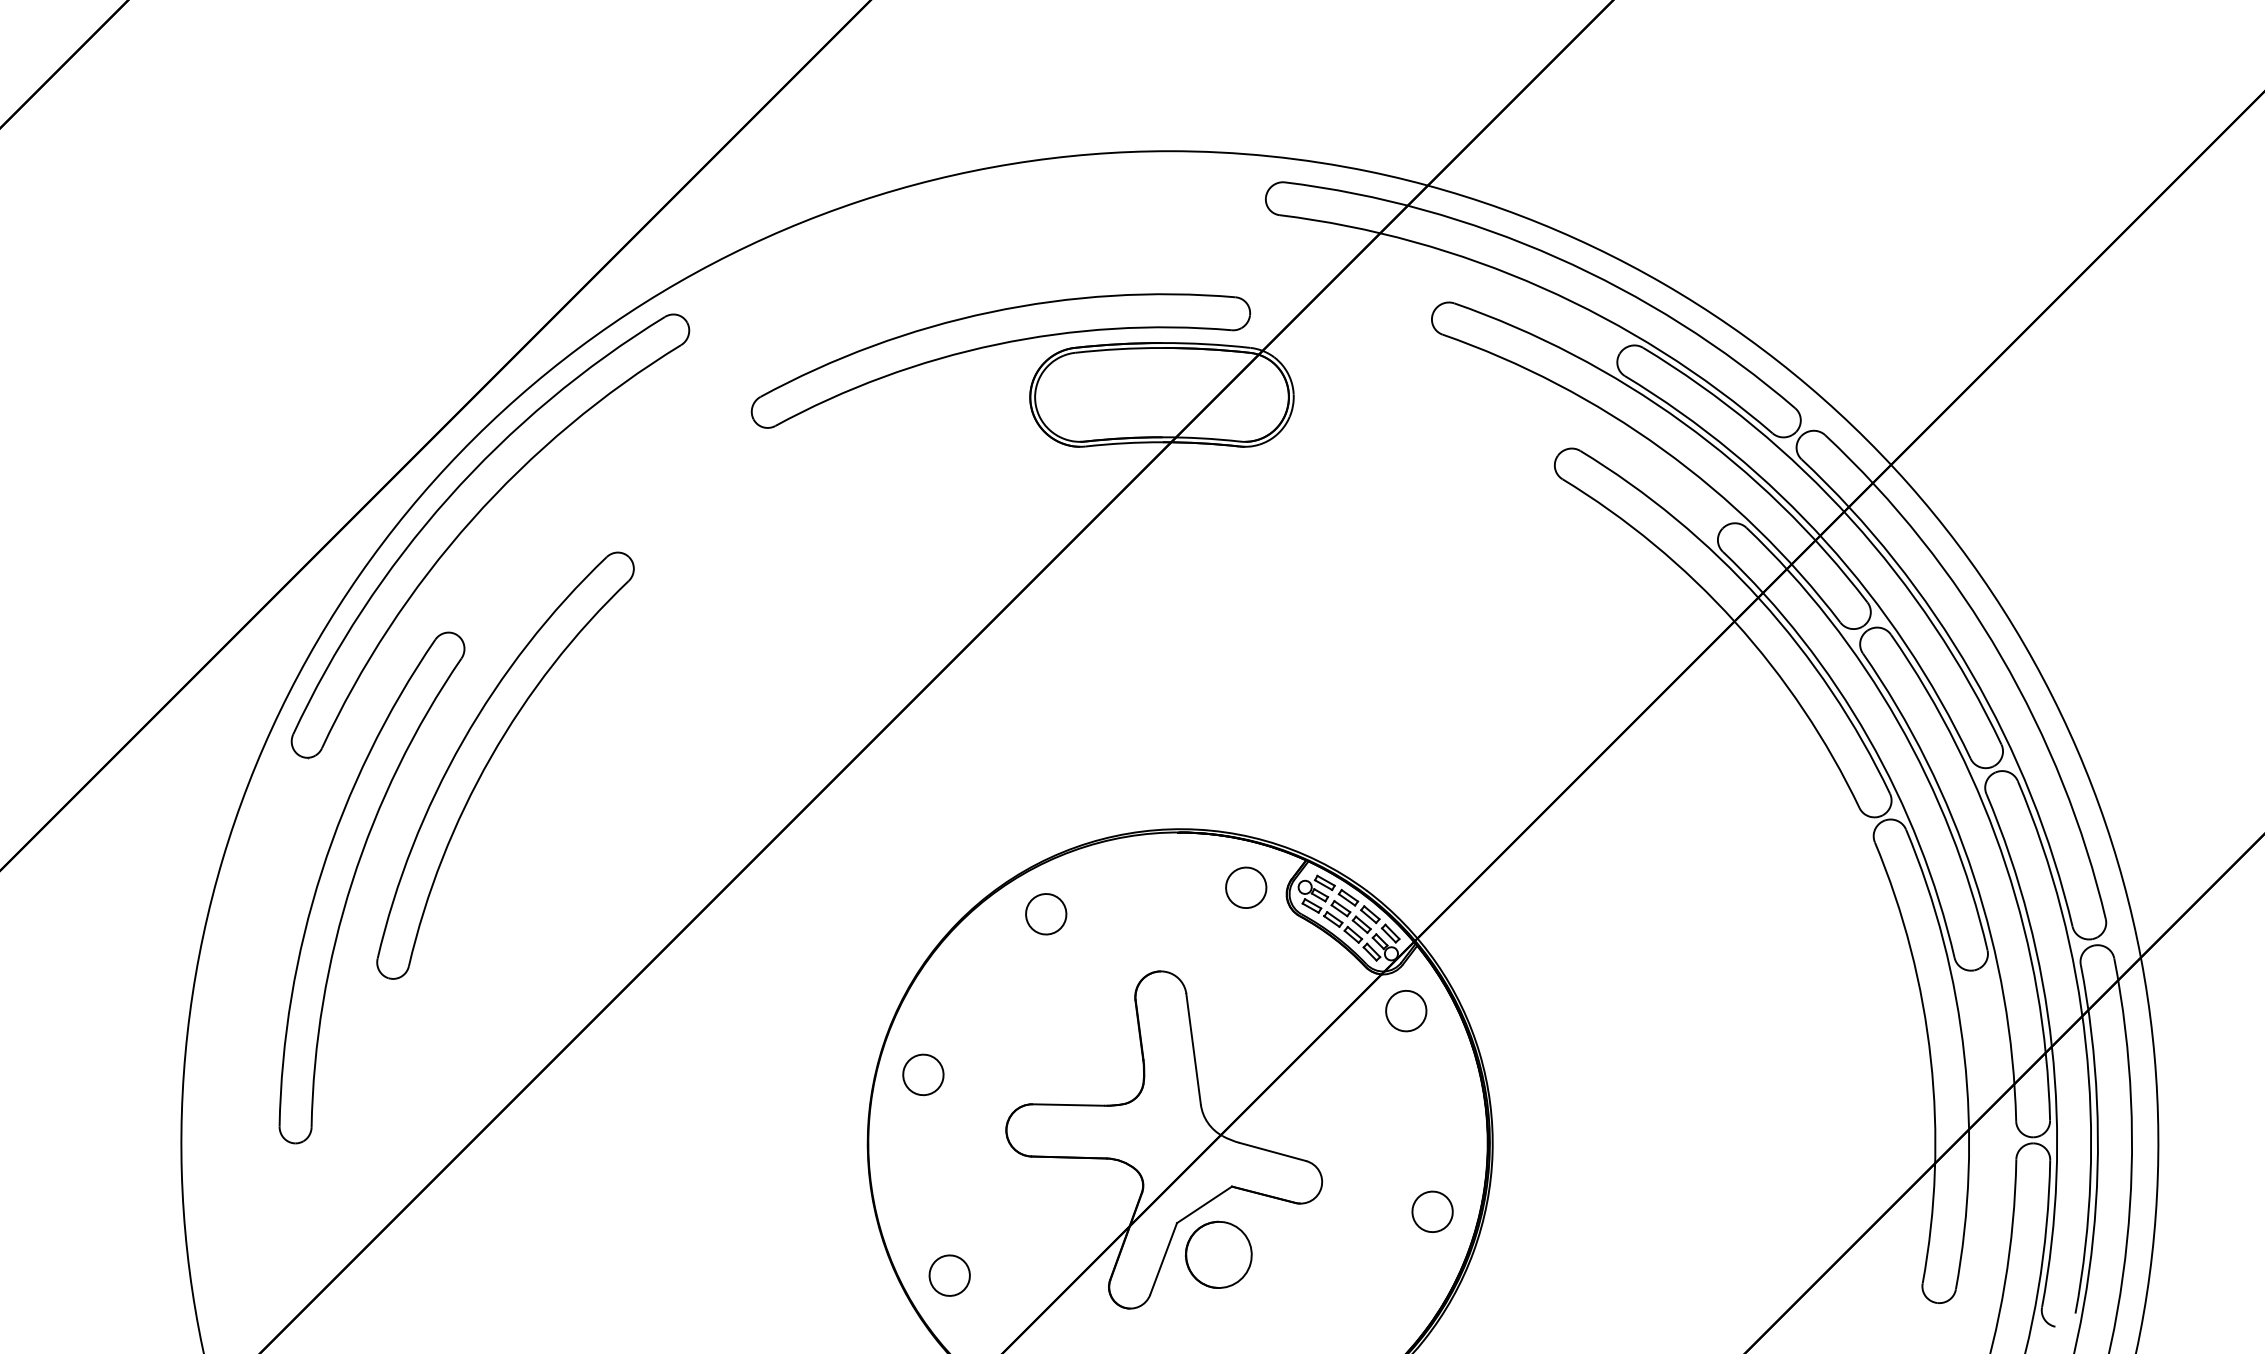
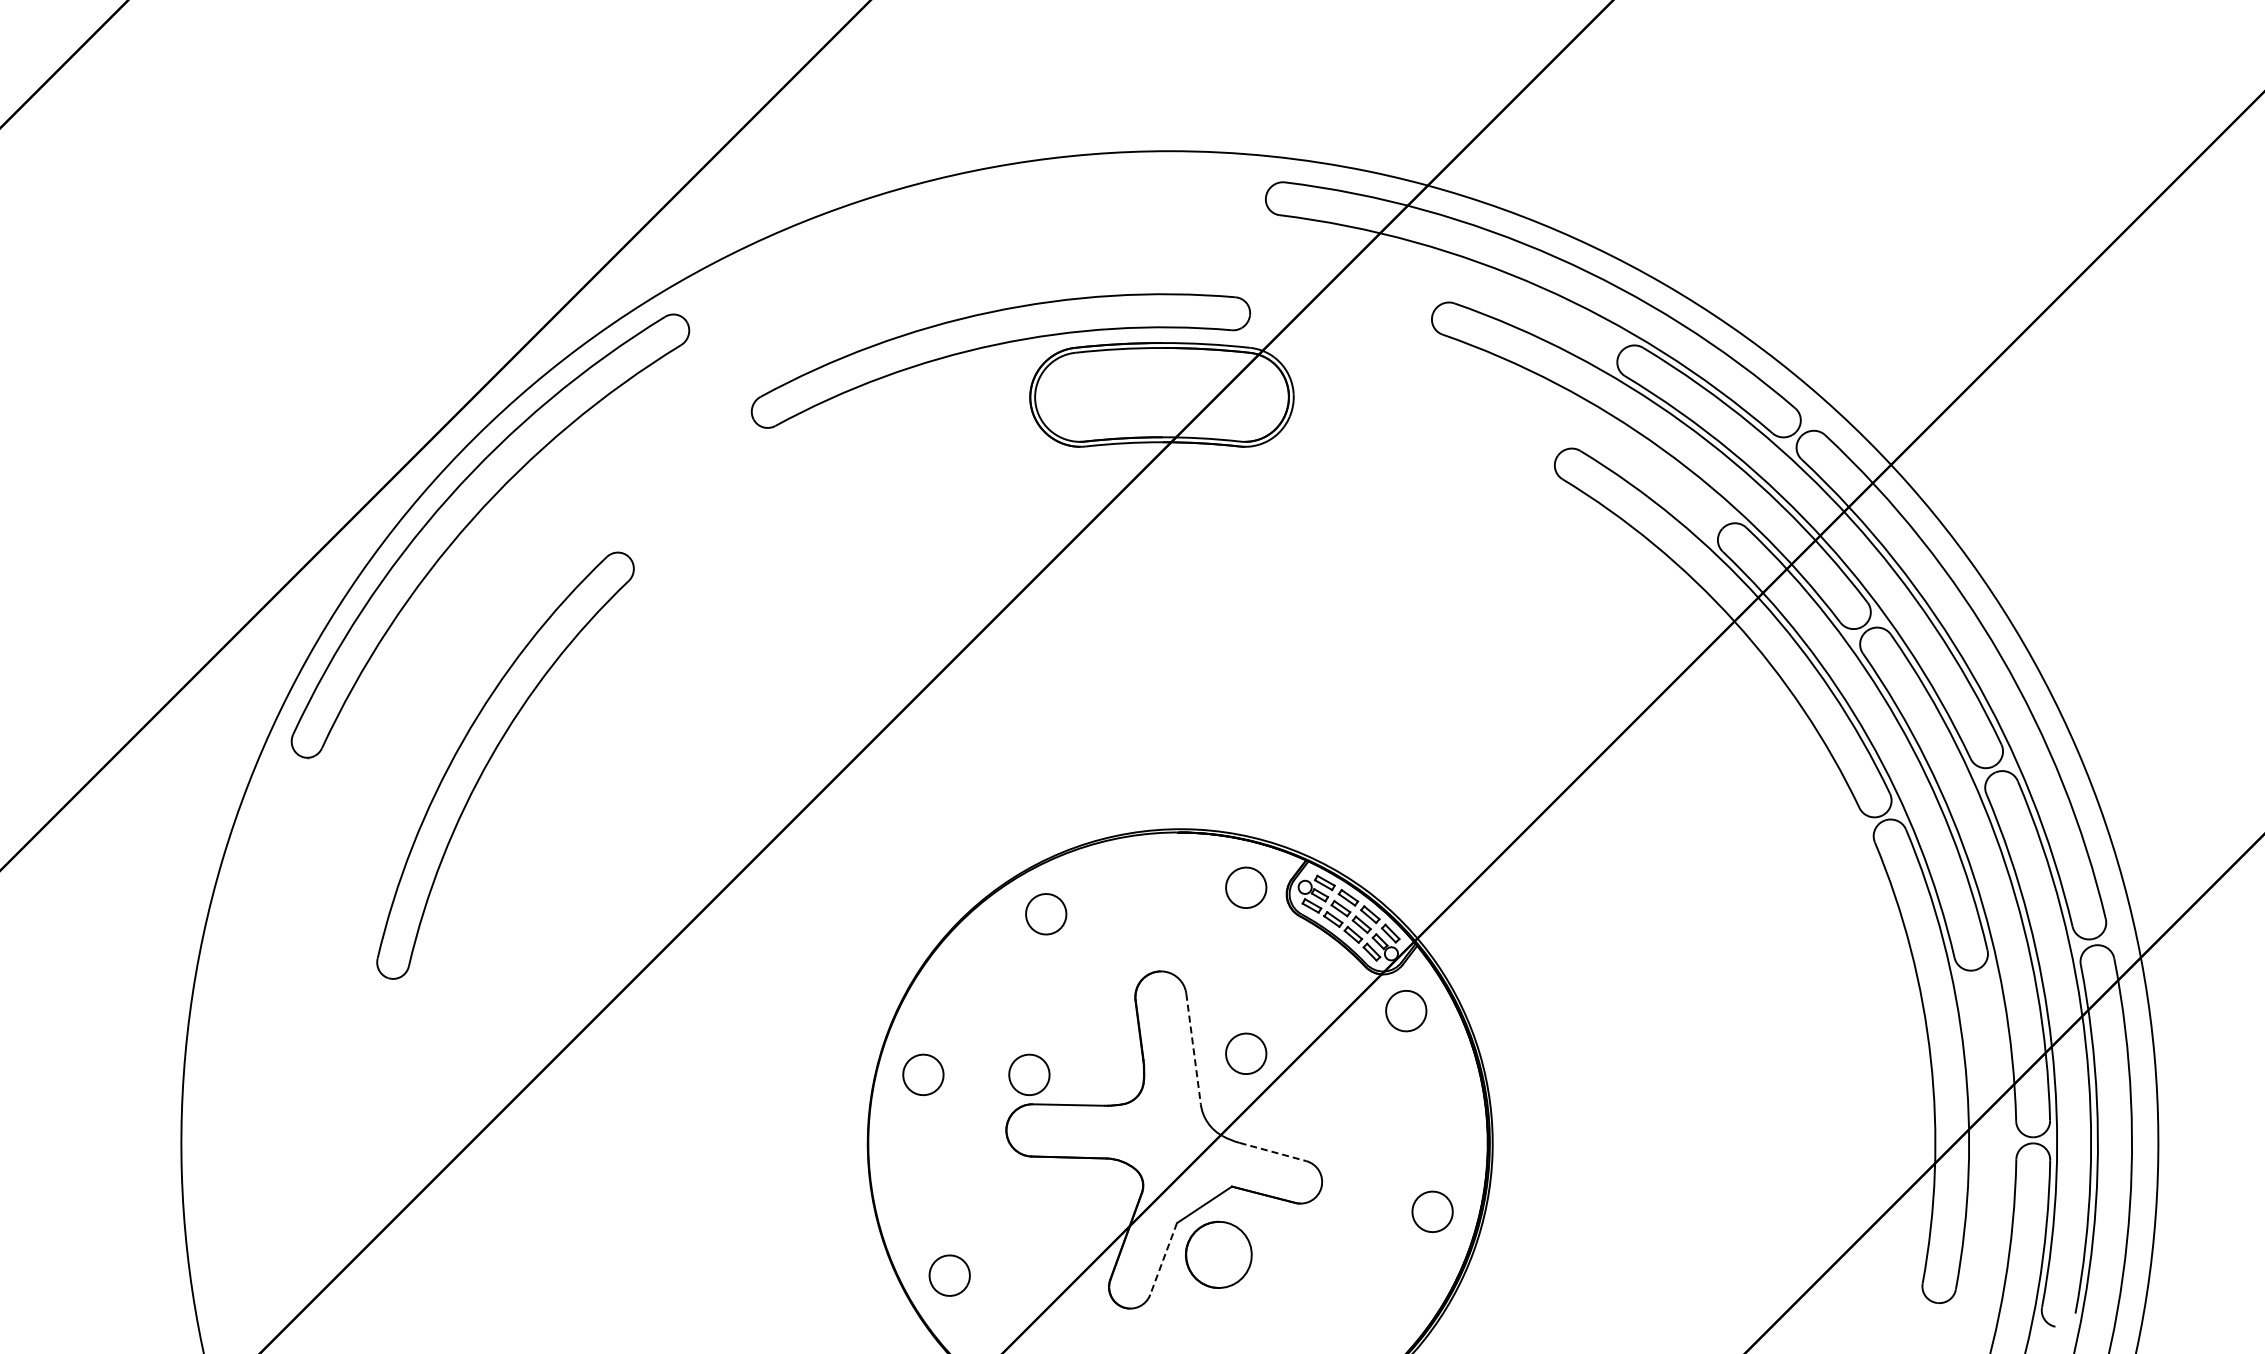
part at (353, 882): present -> none
line at (1193, 1049): solid -> dashed
part at (1246, 1053): none -> present
part at (1029, 1074): none -> present
line at (1273, 1152): solid -> dashed
line at (1163, 1259): solid -> dashed
